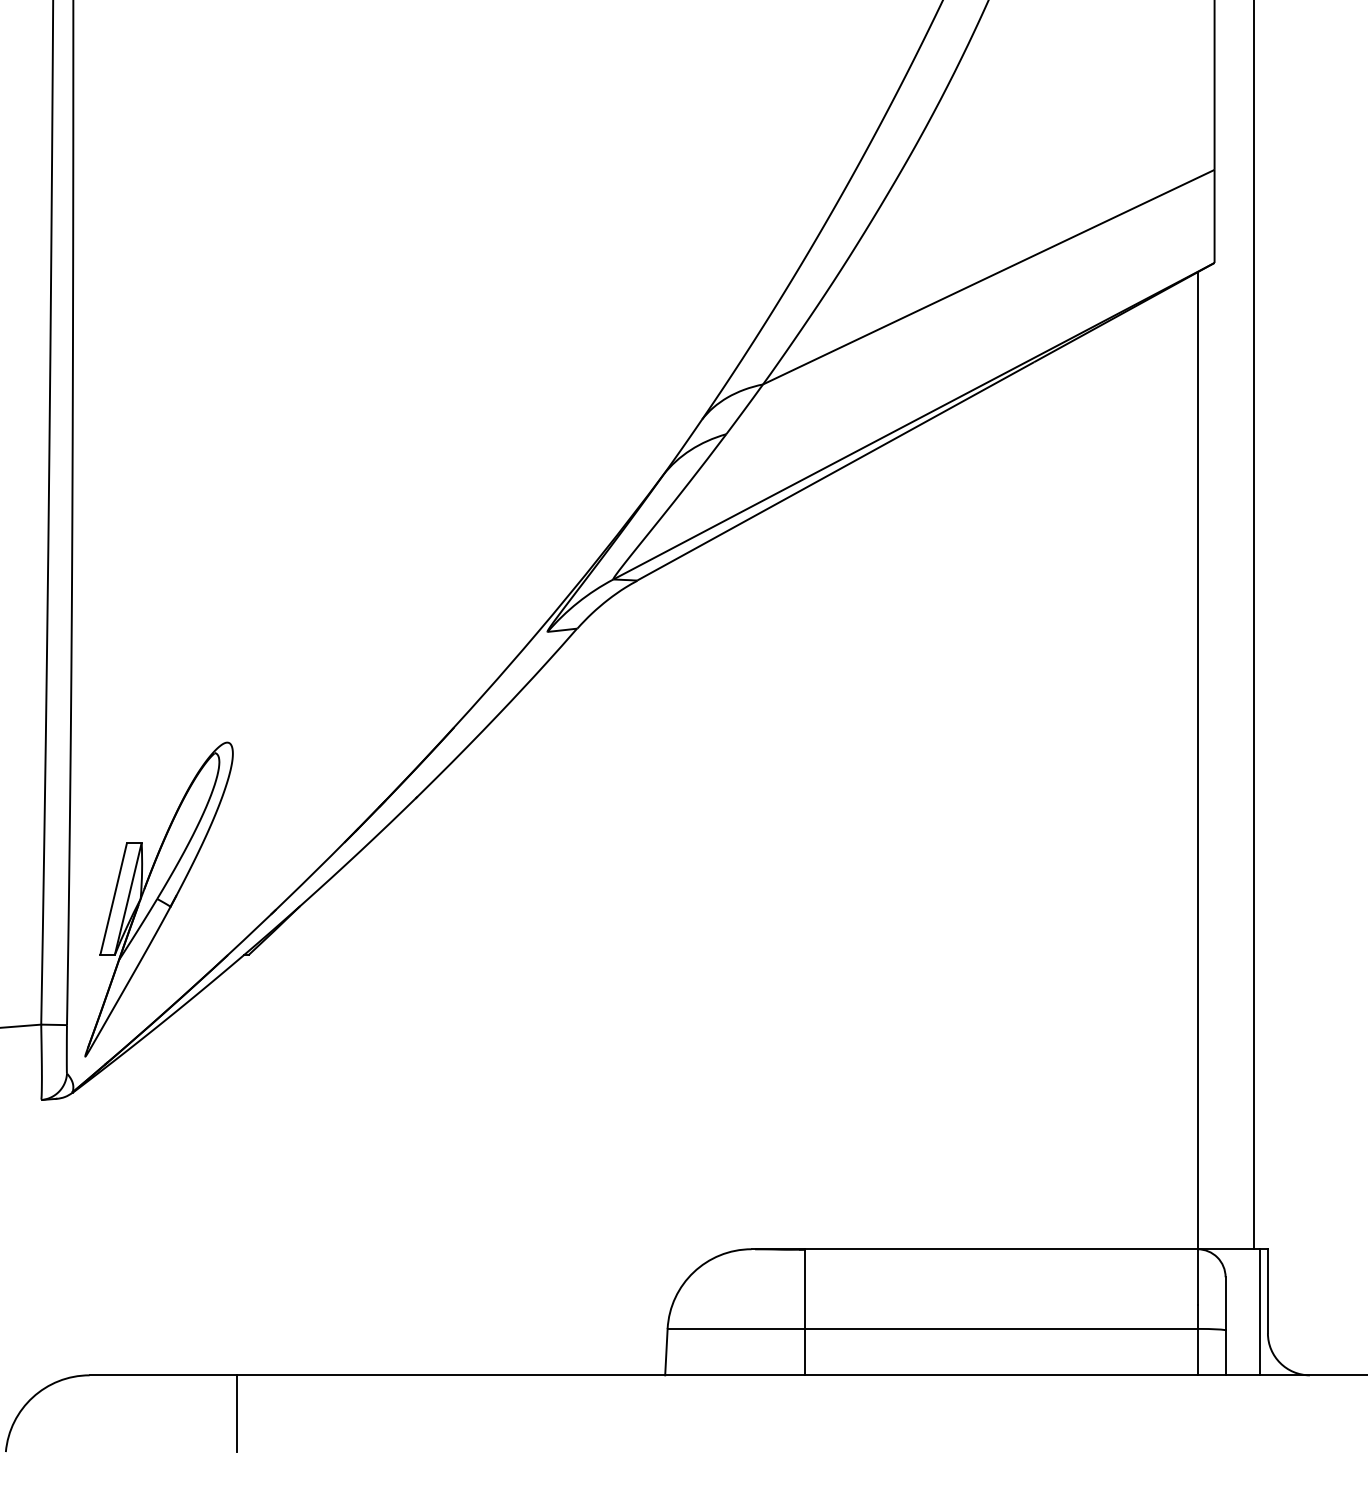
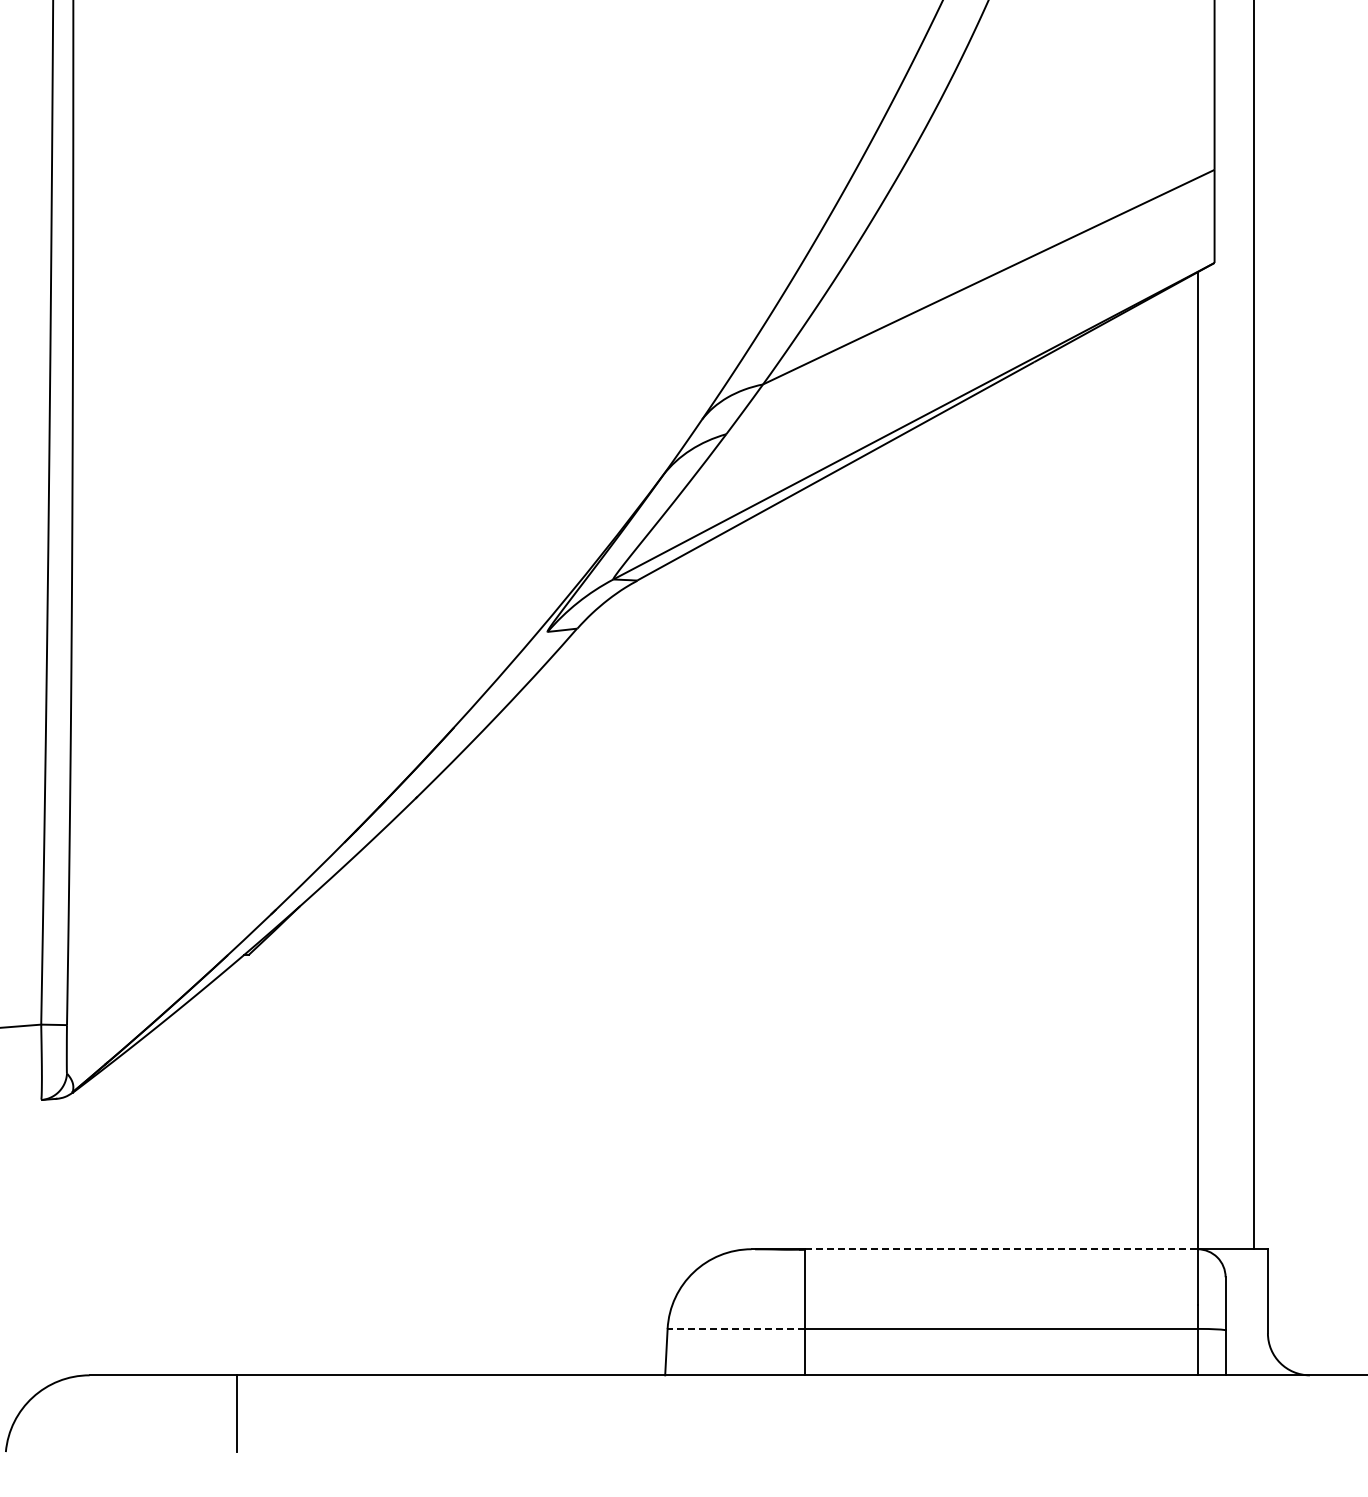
part at (158, 899): present -> none
line at (1001, 1249): solid -> dashed
line at (1259, 1312): present -> none
line at (736, 1328): solid -> dashed
